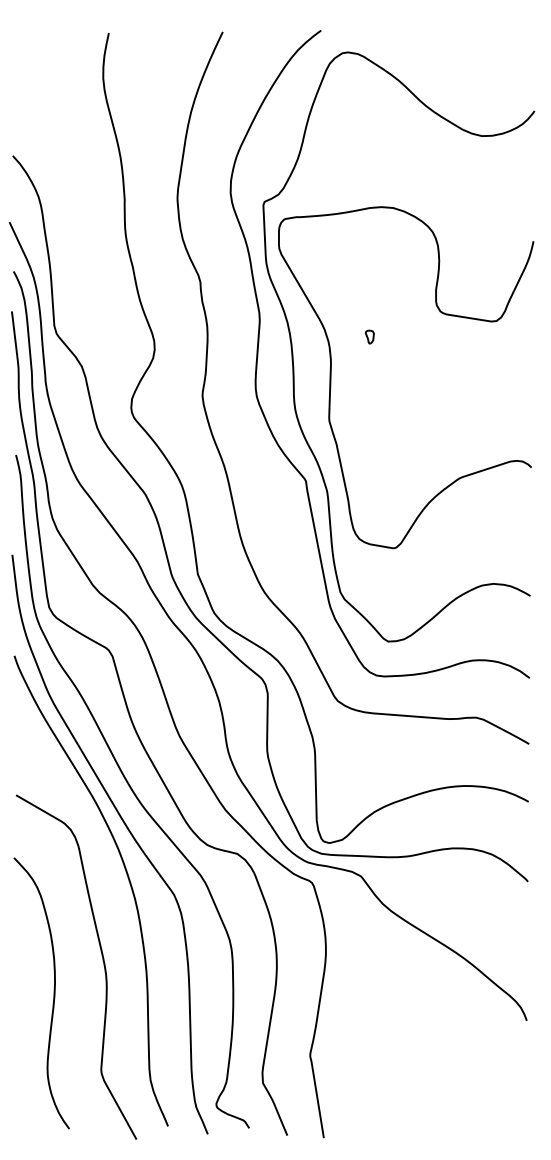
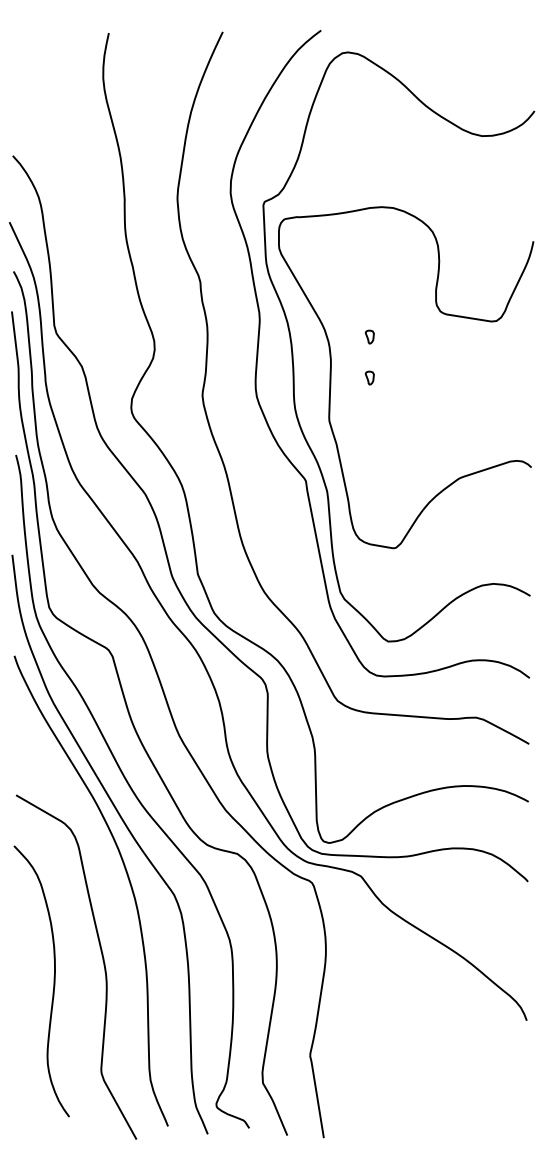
part at (369, 377): none -> present
curve at (53, 993) position: (53, 993) -> (53, 981)
